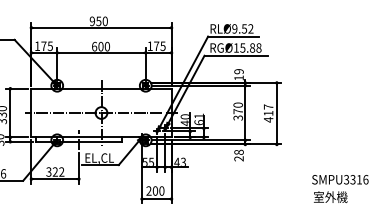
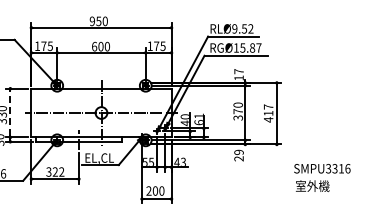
text at (258, 47): RGØ15.88 -> RGØ15.87
text at (238, 71): 19 -> 17
line at (10, 113): solid -> dashed
text at (238, 151): 28 -> 29
text at (340, 188) position: (340, 188) -> (322, 177)
